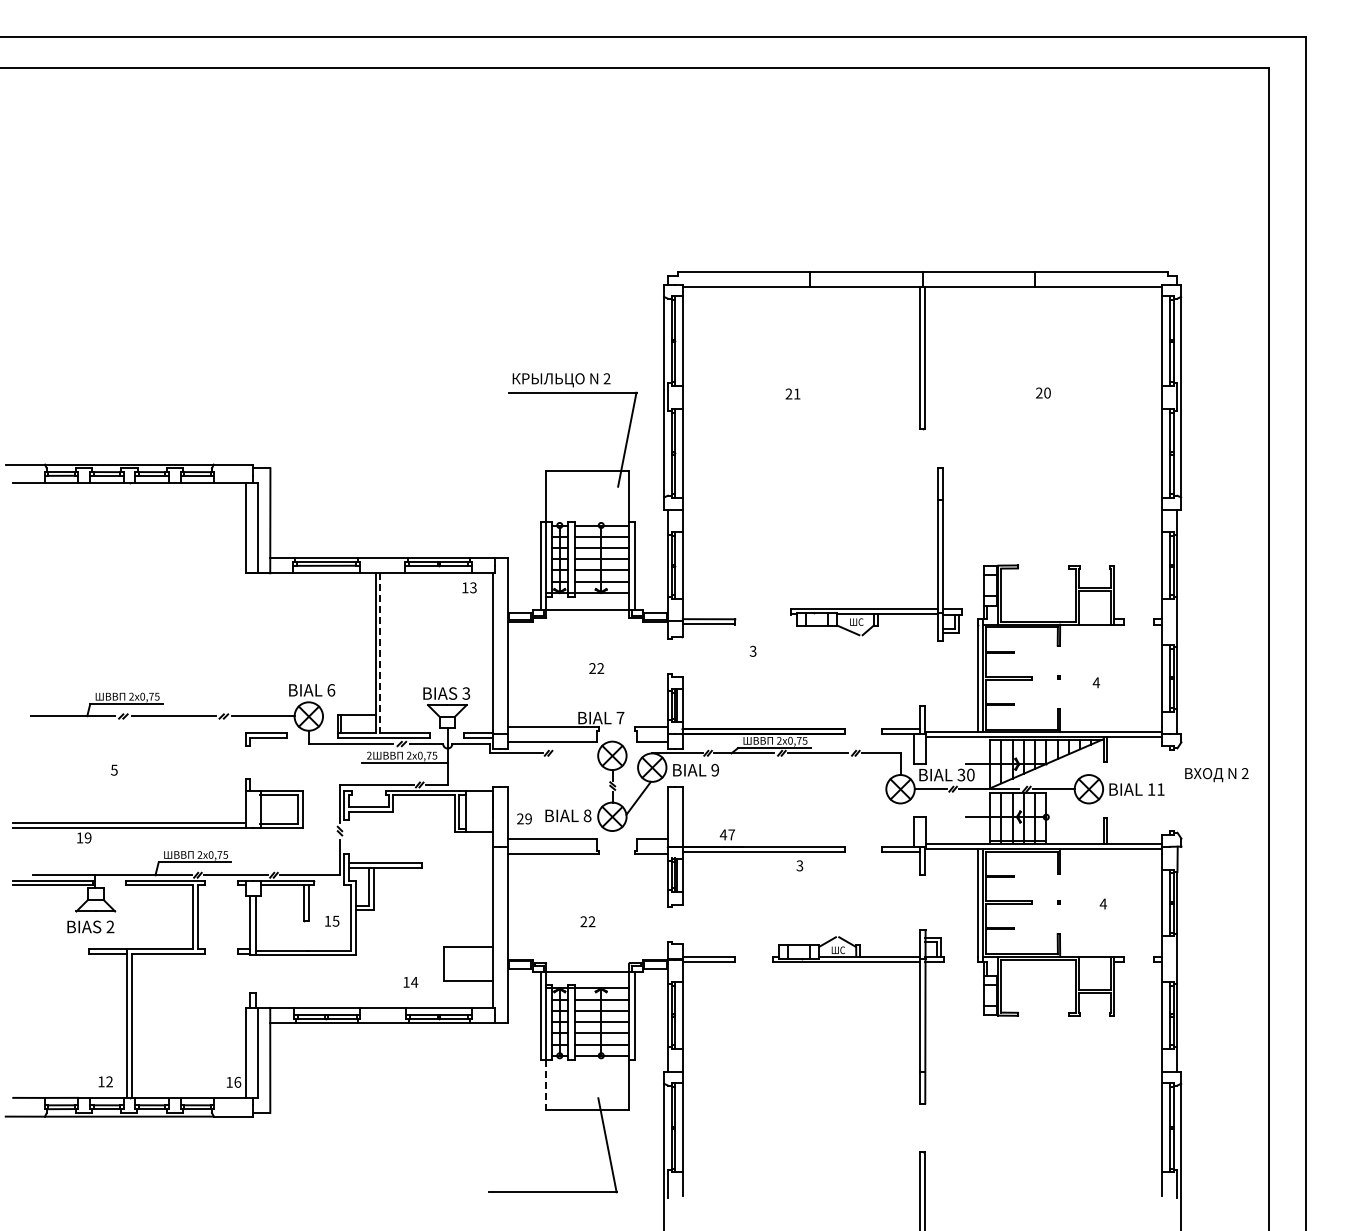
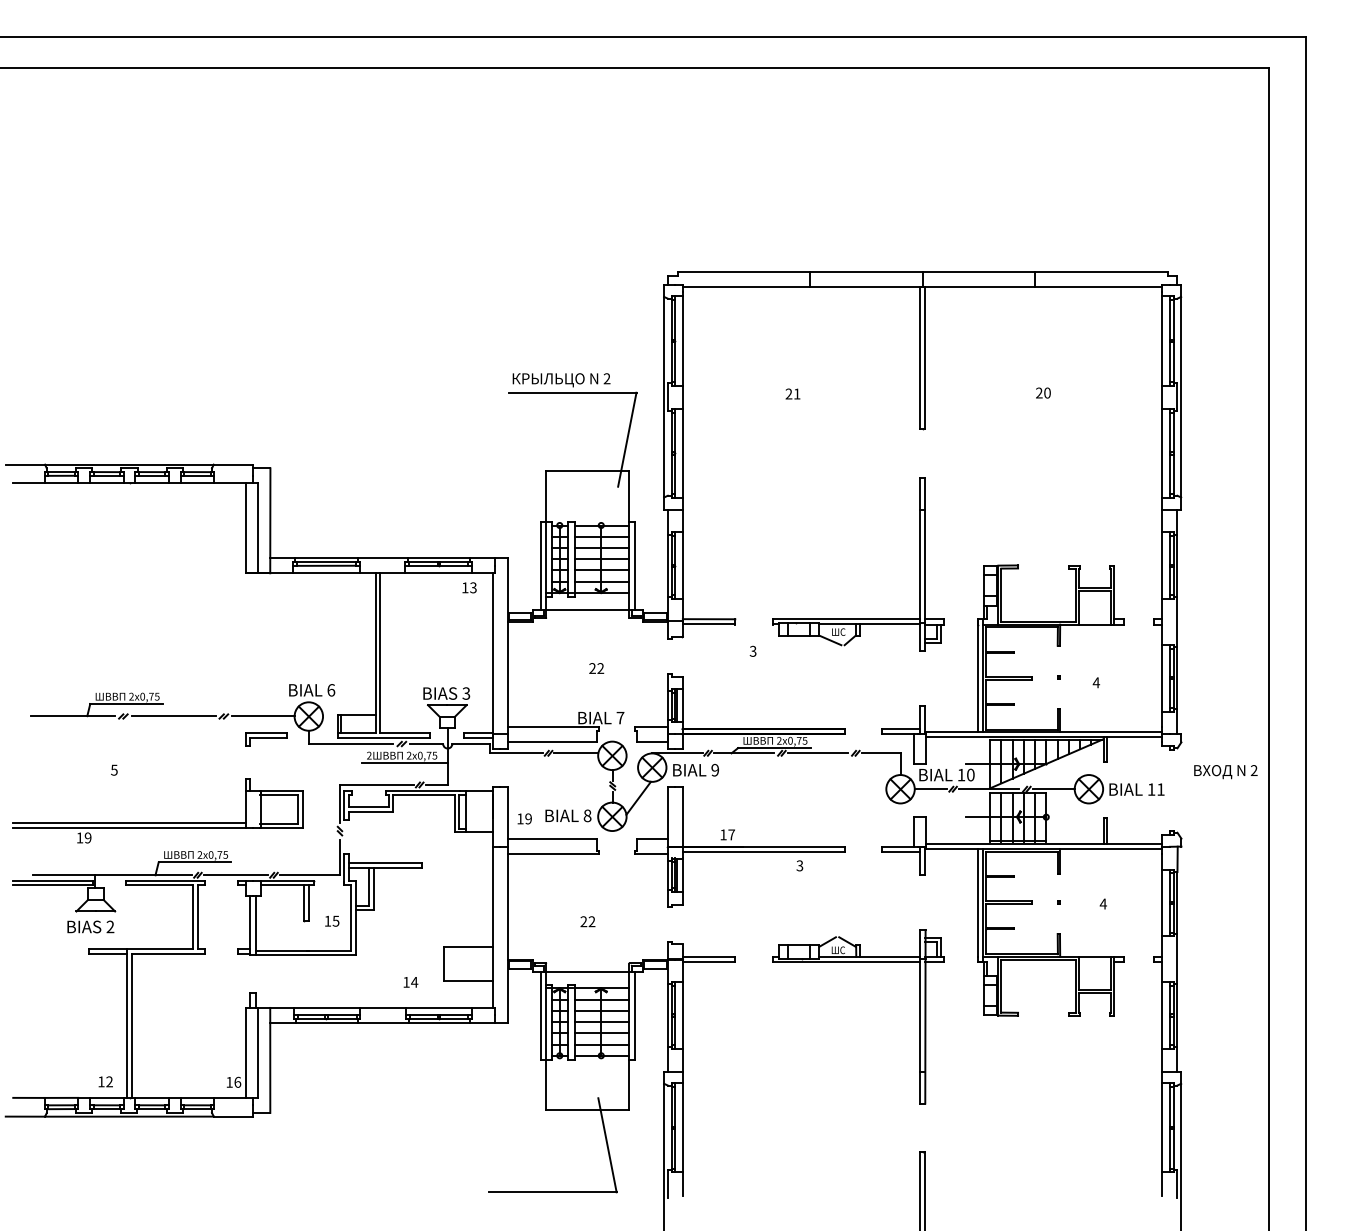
part at (876, 608) position: (876, 608) -> (858, 618)
line at (380, 653): dashed -> solid
line at (575, 753): none -> present
text at (961, 774): 30 -> 10
text at (1216, 775) position: (1216, 775) -> (1225, 772)
text at (520, 818): 29 -> 19
text at (723, 834): 47 -> 17
line at (546, 1085): dashed -> solid
